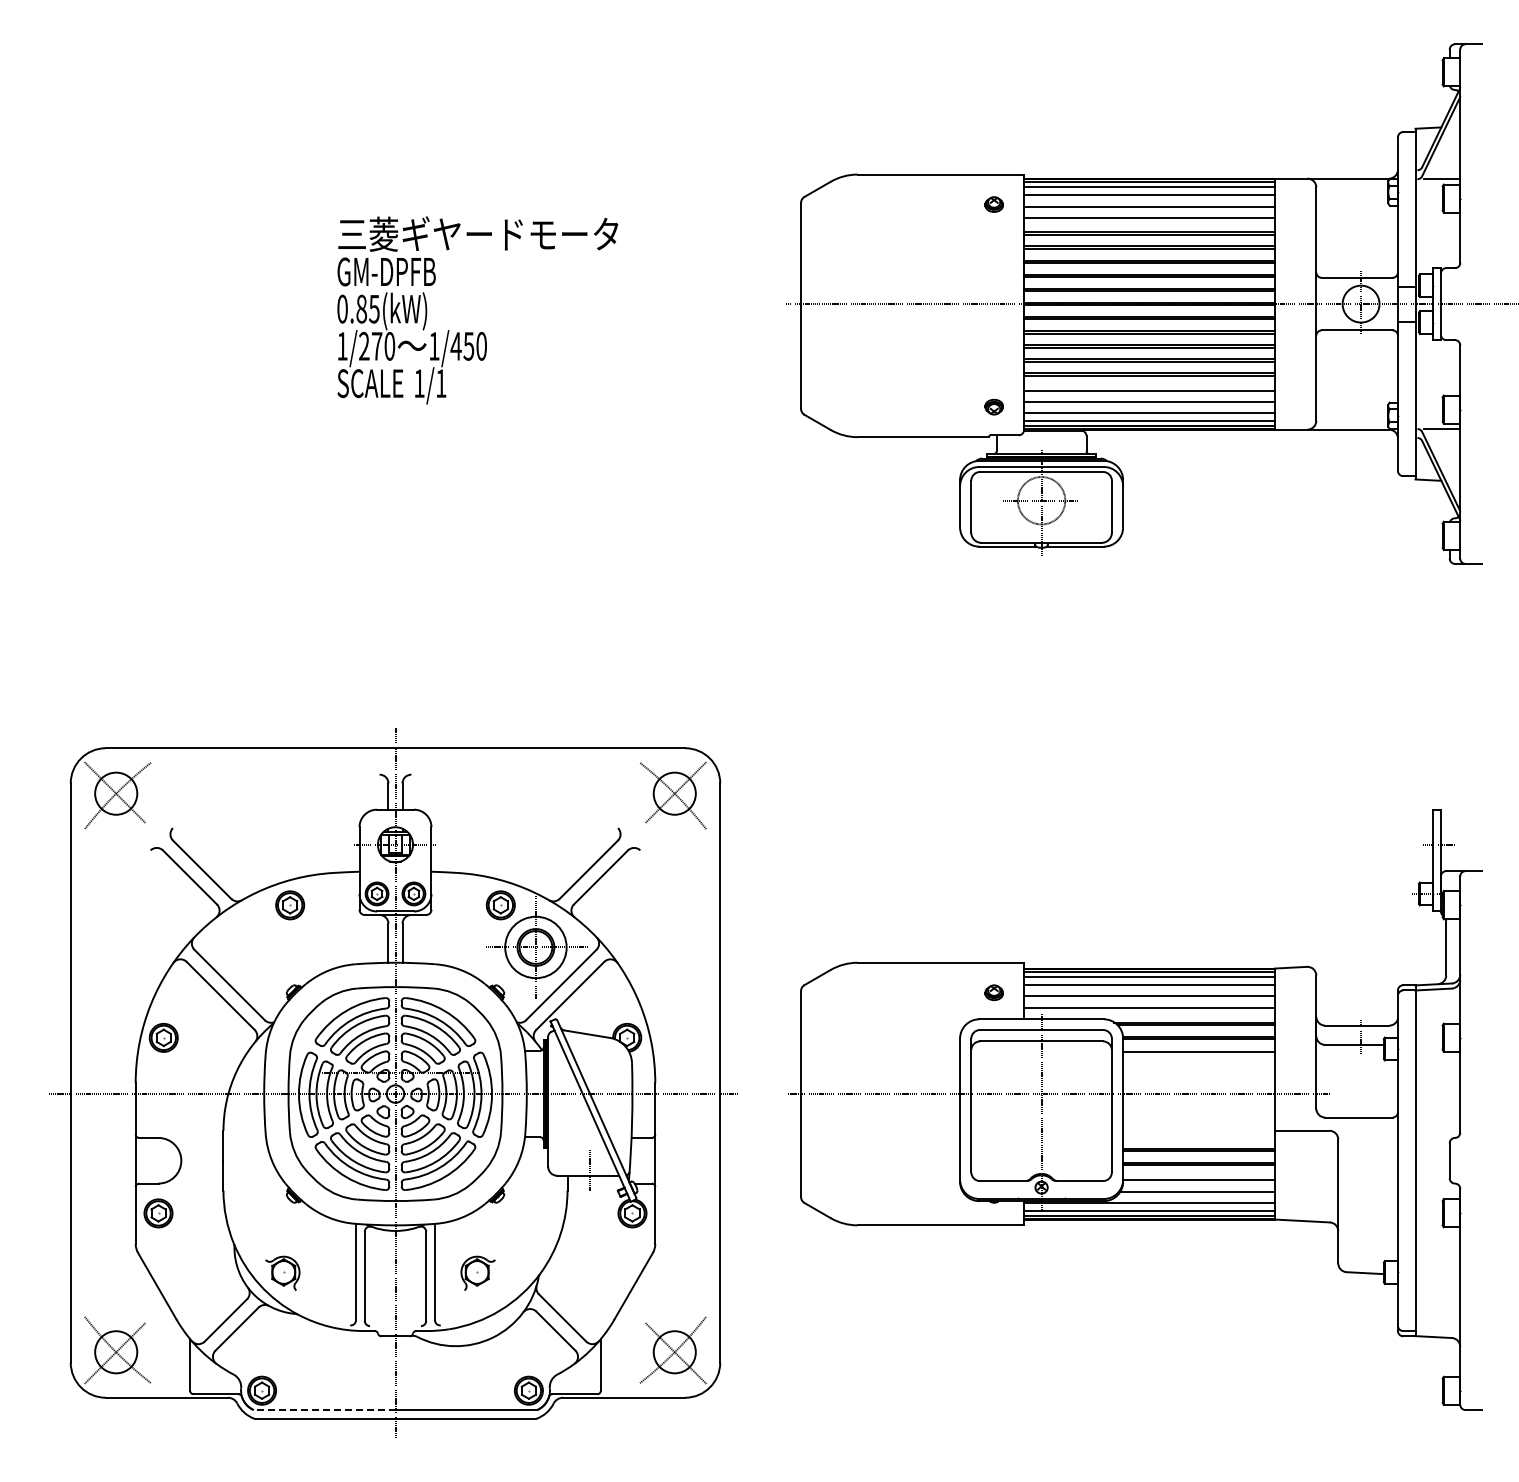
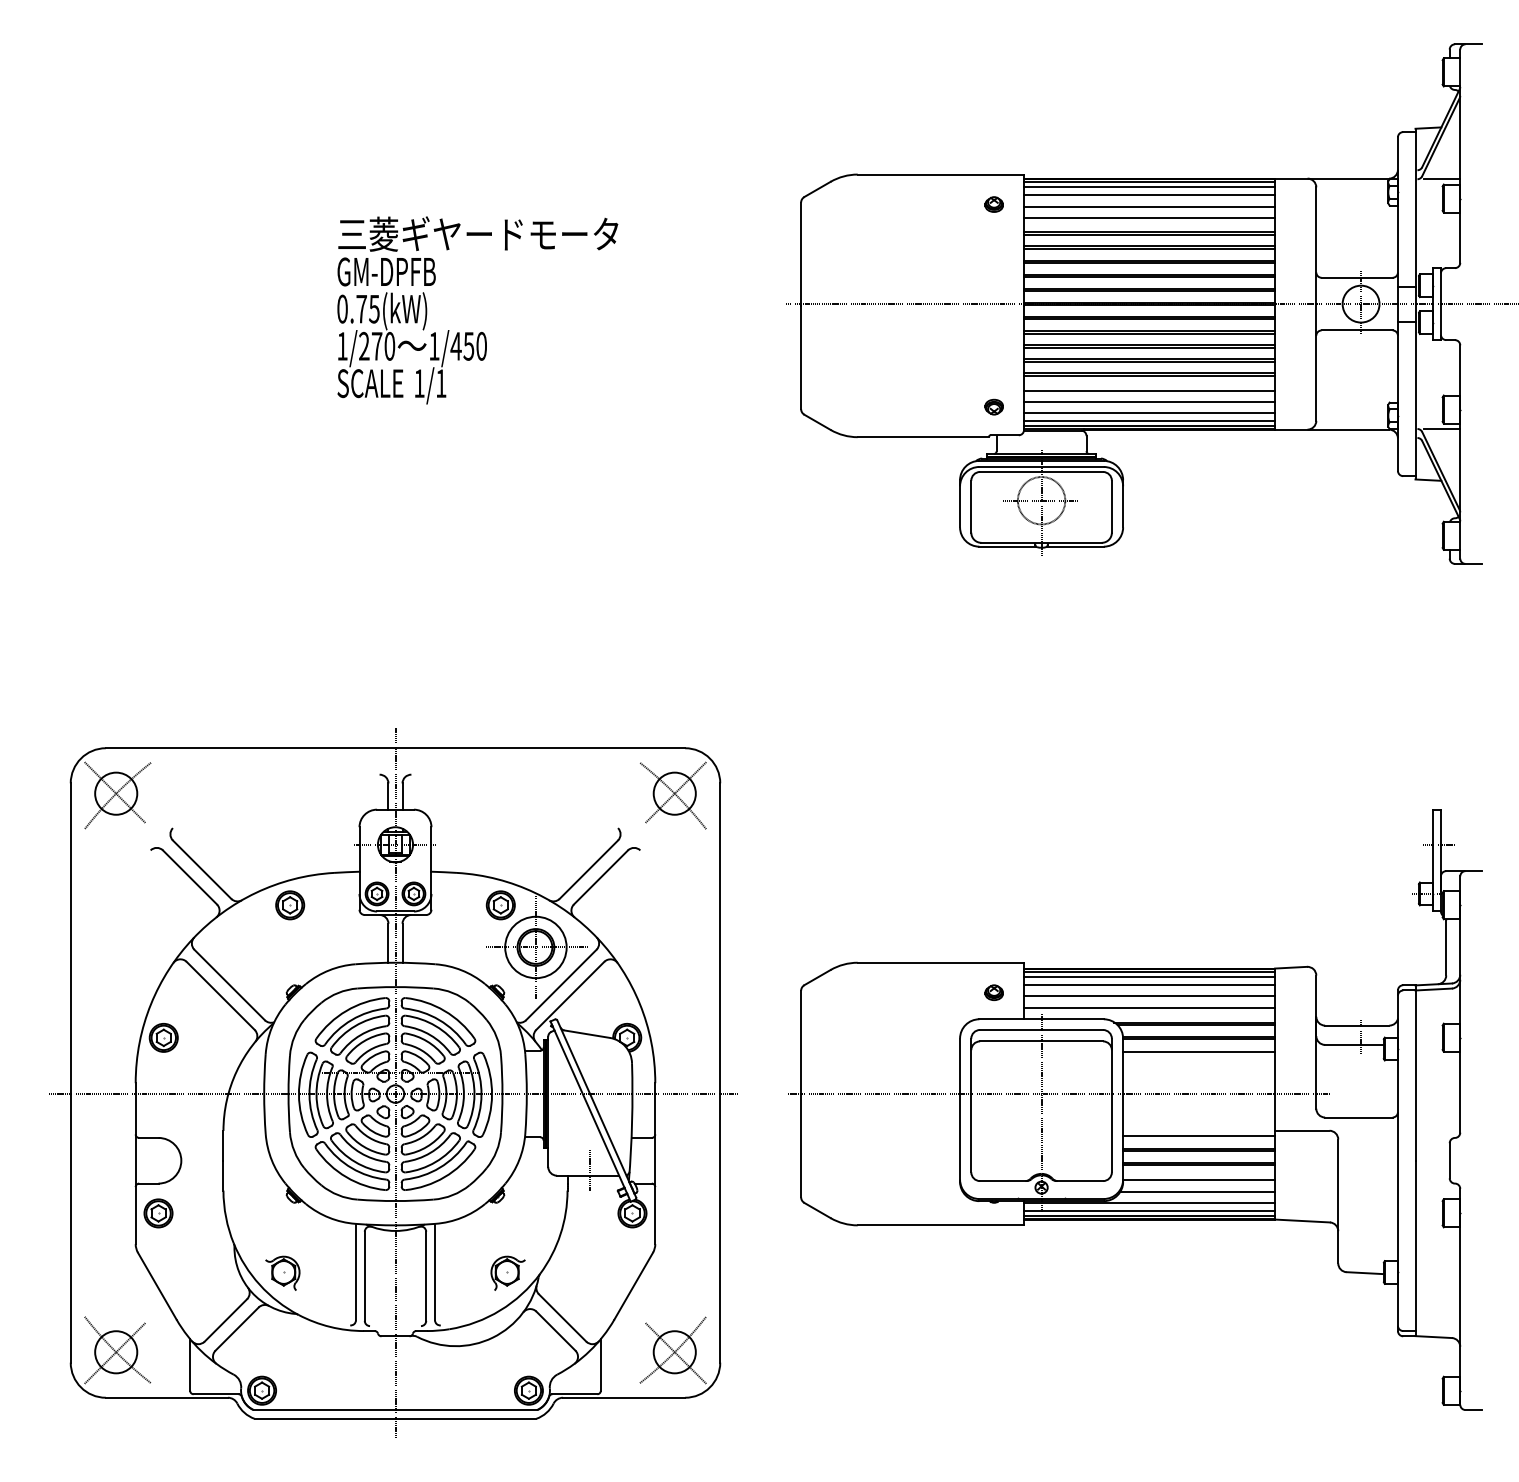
text at (361, 308): 0.85(kW) -> 0.75(kW)
line at (1199, 1136): none -> present
part at (477, 1272) position: (477, 1272) -> (507, 1272)
line at (324, 1410): dashed -> solid
